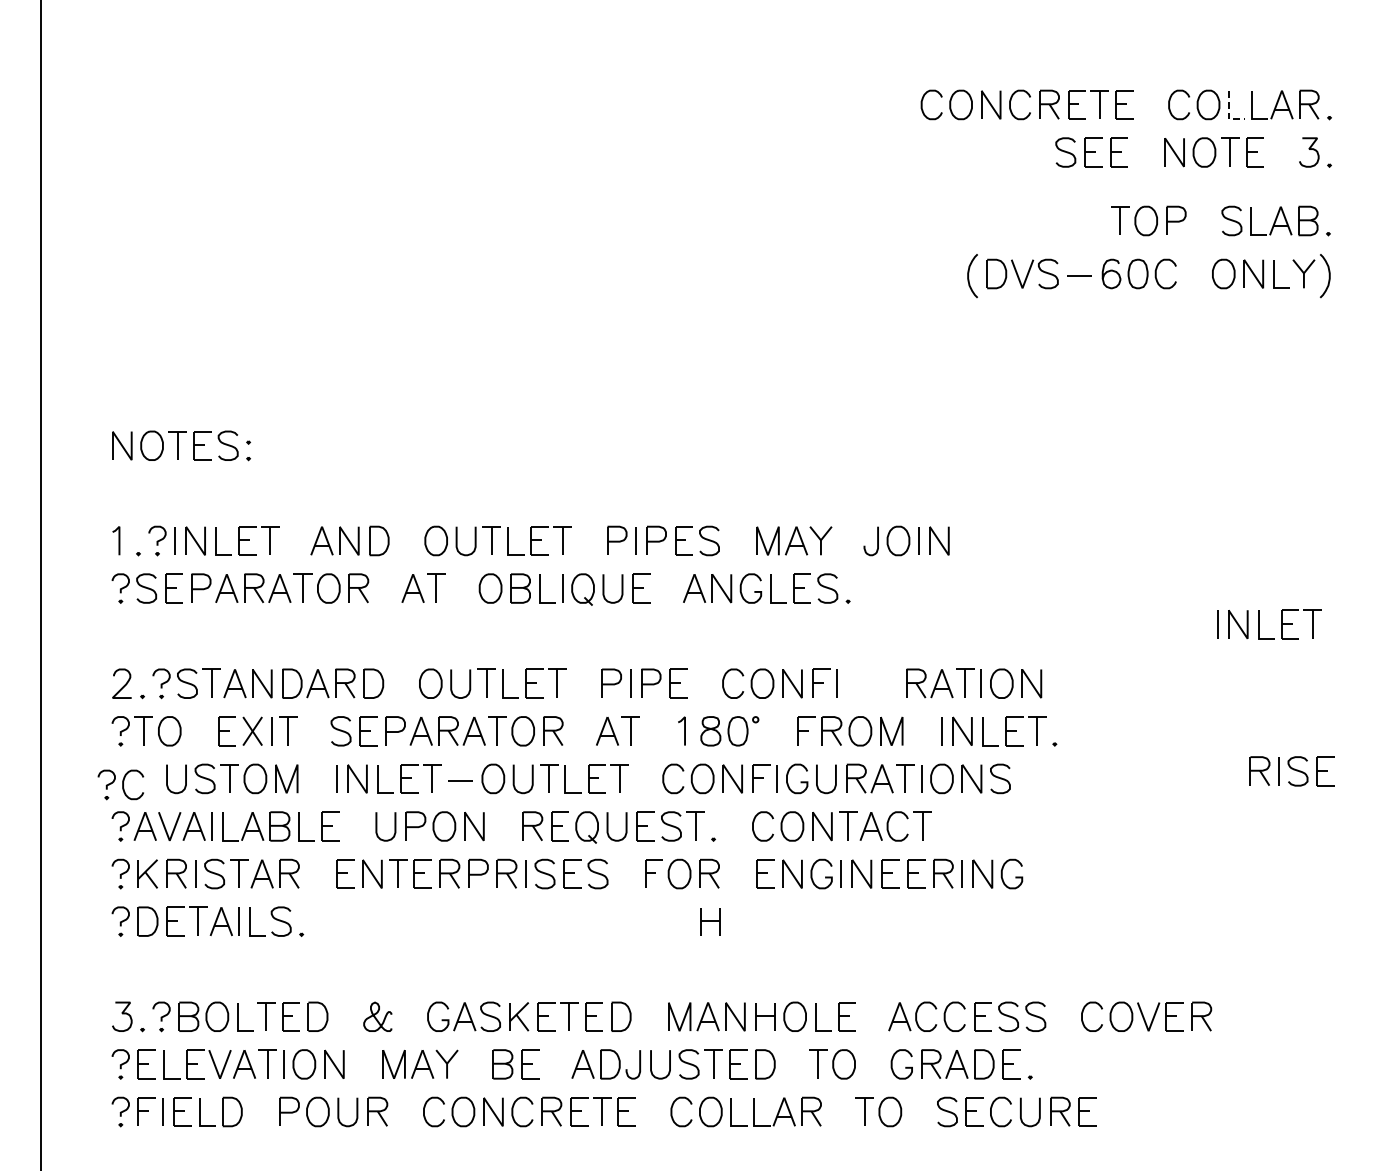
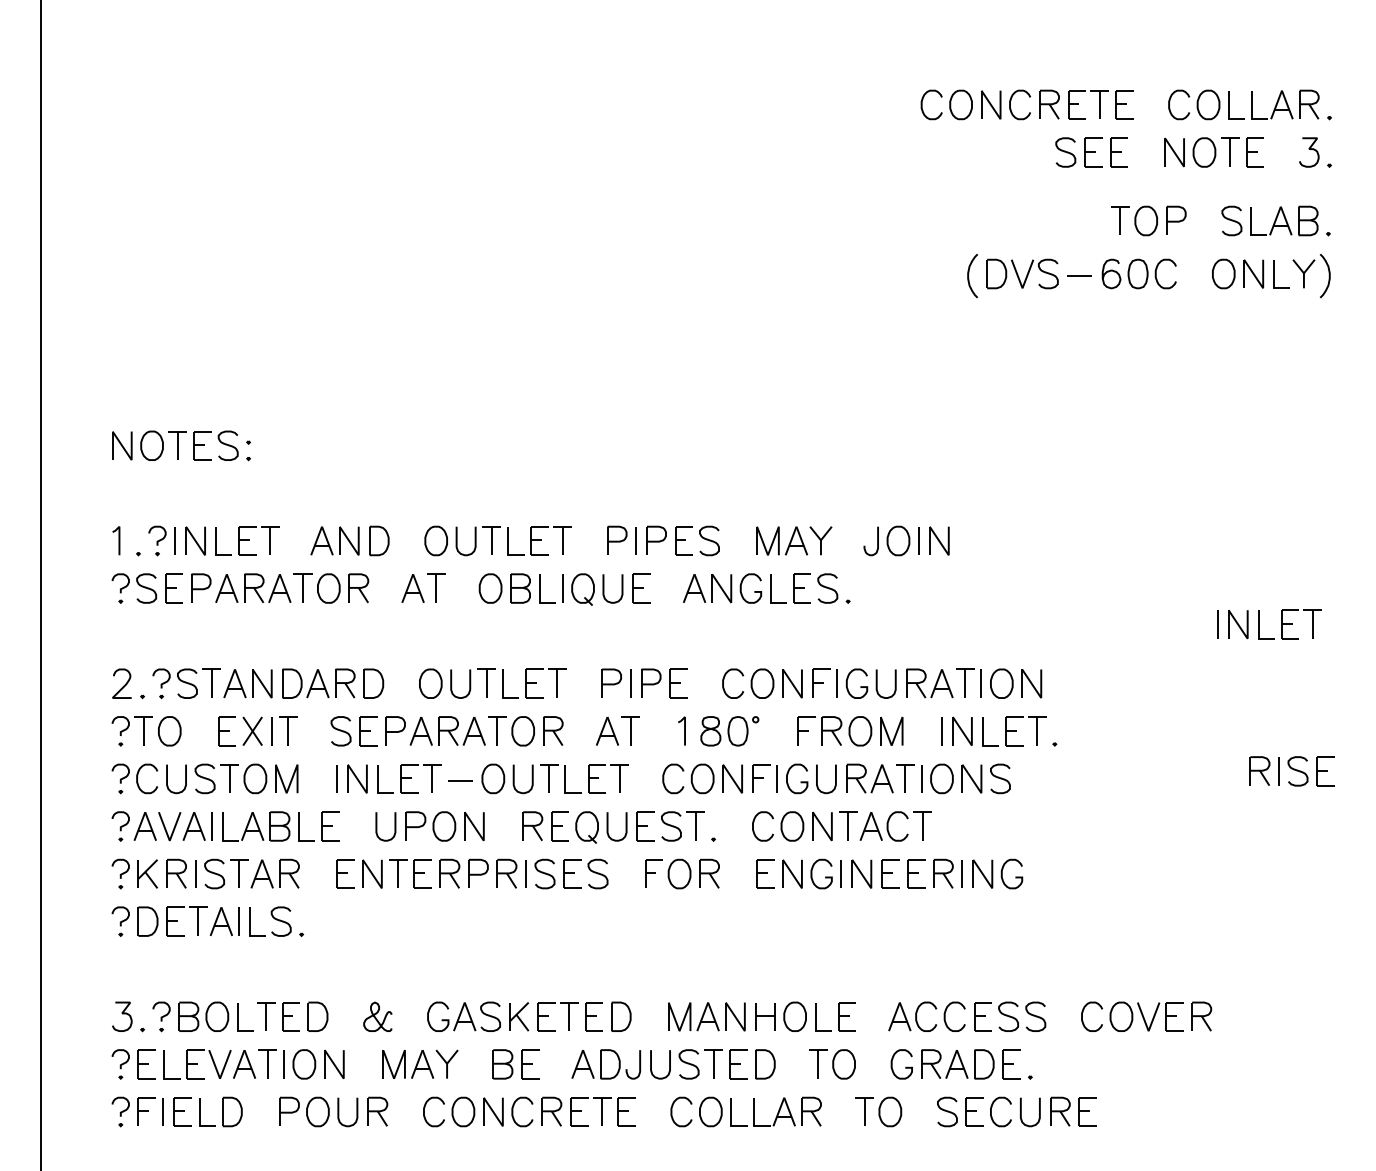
line at (1228, 114): dashed -> solid
part at (870, 683): none -> present
part at (120, 784) position: (120, 784) -> (134, 778)
part at (710, 921): present -> none
